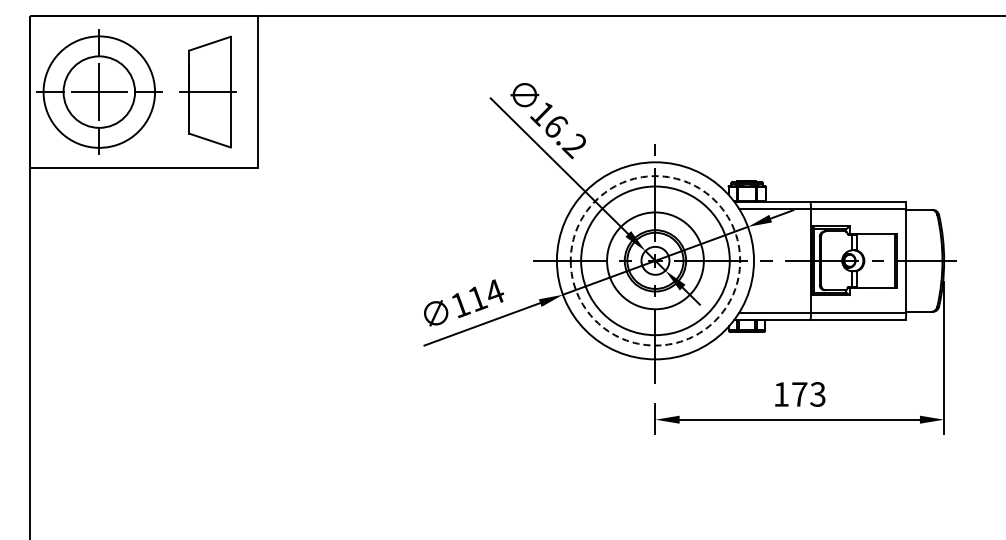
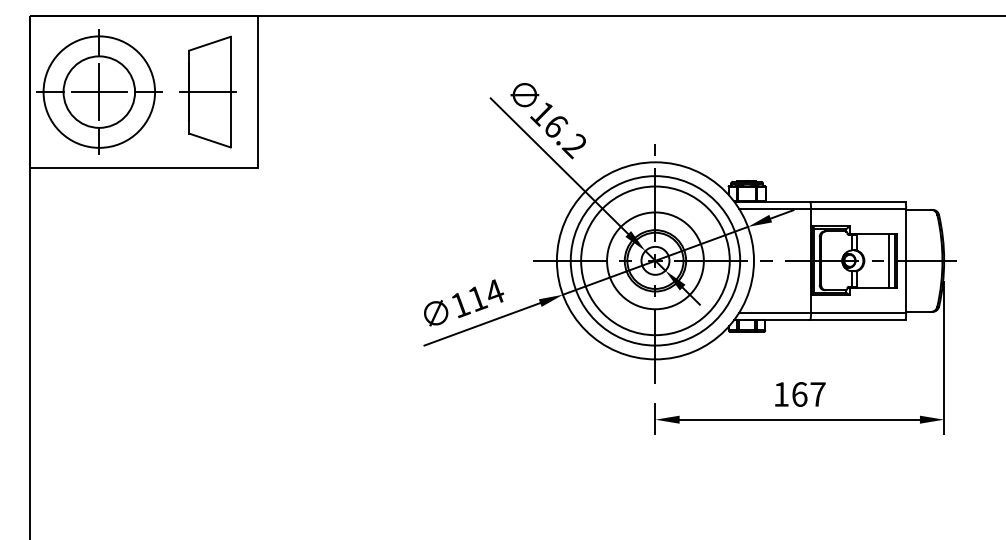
circle at (655, 260): dashed -> solid
line at (888, 260): none -> present
text at (808, 394): 173 -> 167
